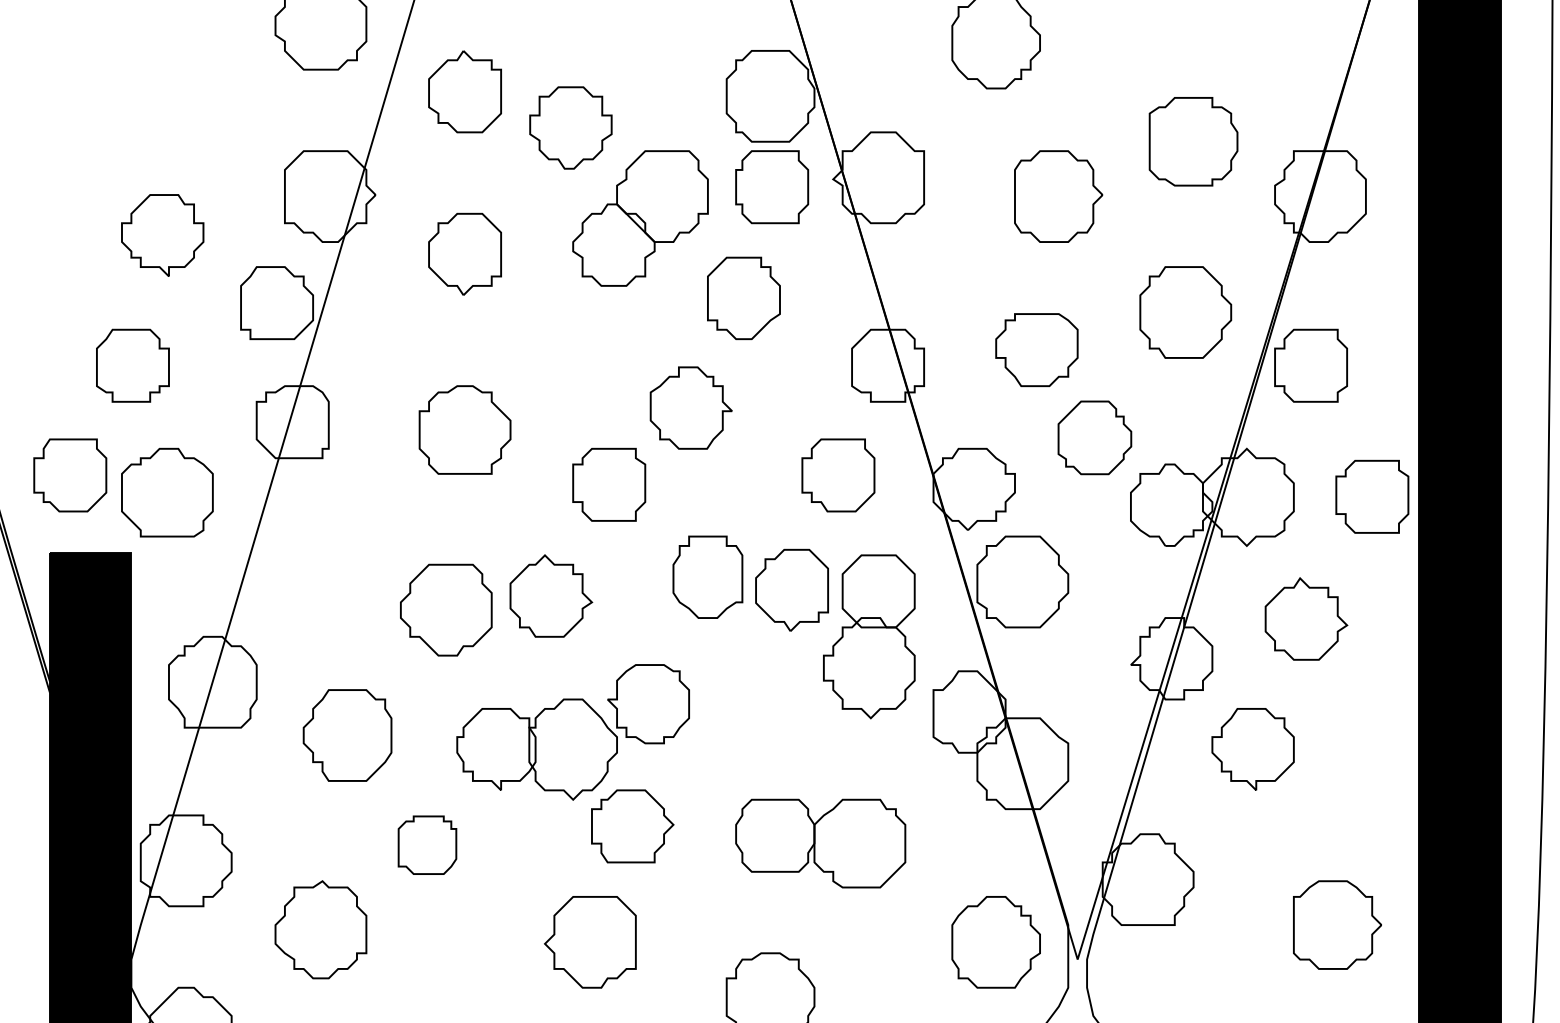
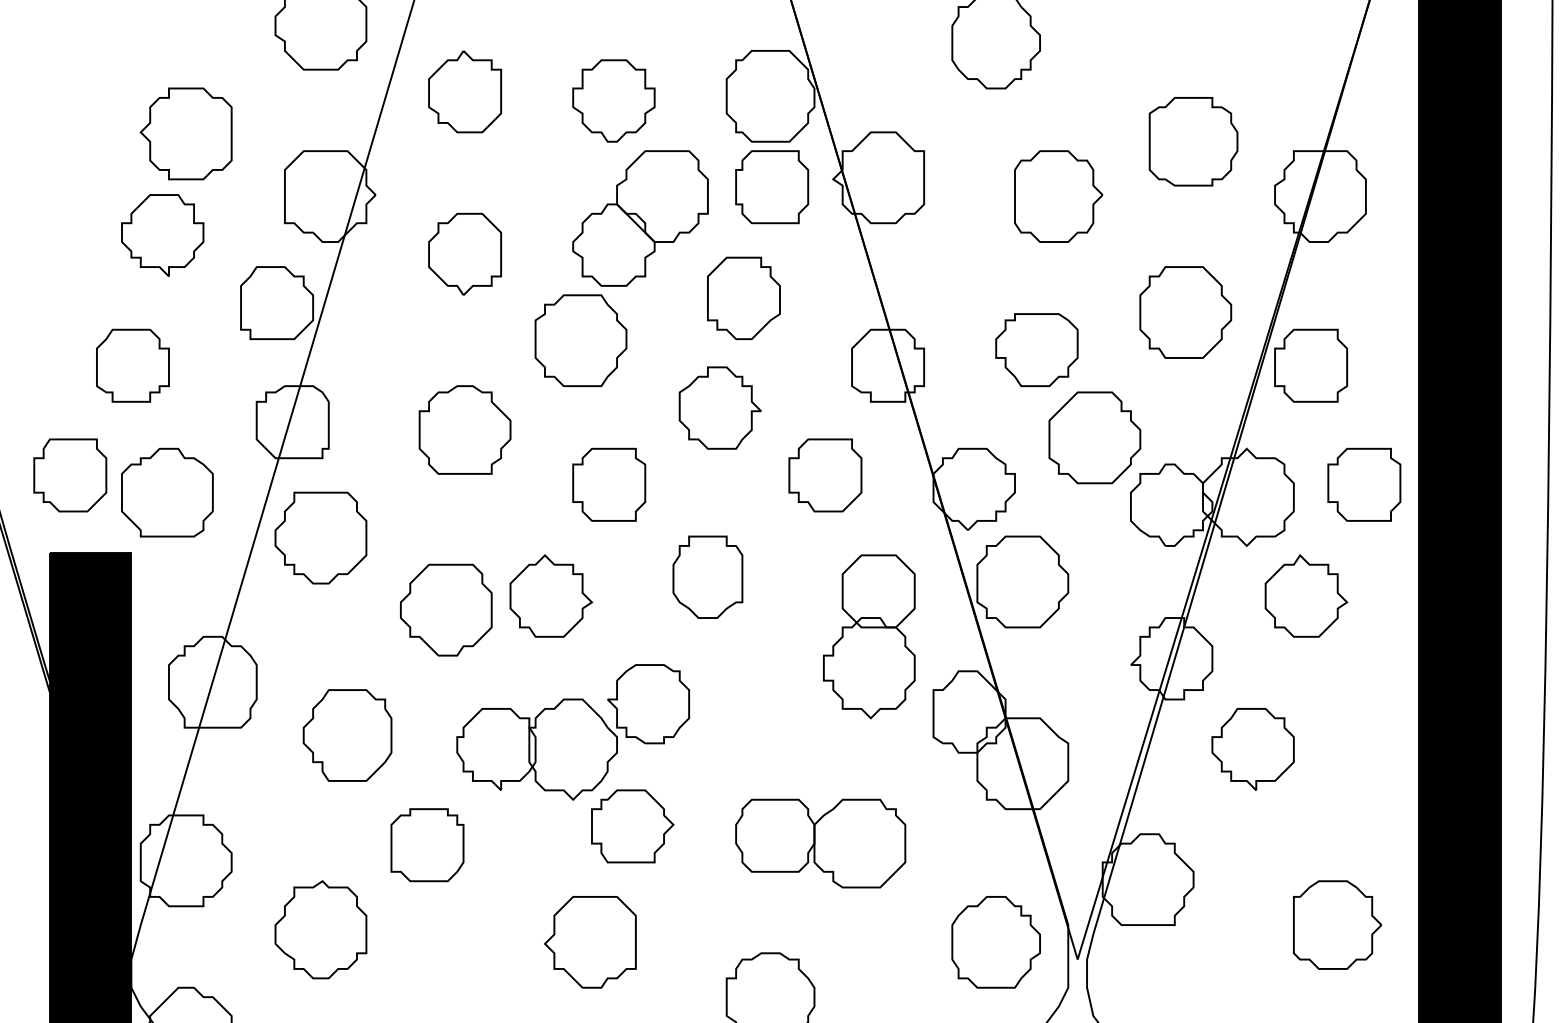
part at (570, 127) position: (570, 127) -> (613, 100)
part at (185, 133): none -> present
part at (580, 340): none -> present
part at (690, 407) position: (690, 407) -> (719, 407)
part at (1094, 437) size: 76x76 px -> 94x94 px
part at (838, 475) position: (838, 475) -> (825, 475)
part at (1372, 496) position: (1372, 496) -> (1364, 484)
part at (320, 537): none -> present
part at (791, 589): present -> none
part at (1306, 618) position: (1306, 618) -> (1306, 595)
part at (427, 844) size: 61x60 px -> 75x75 px
